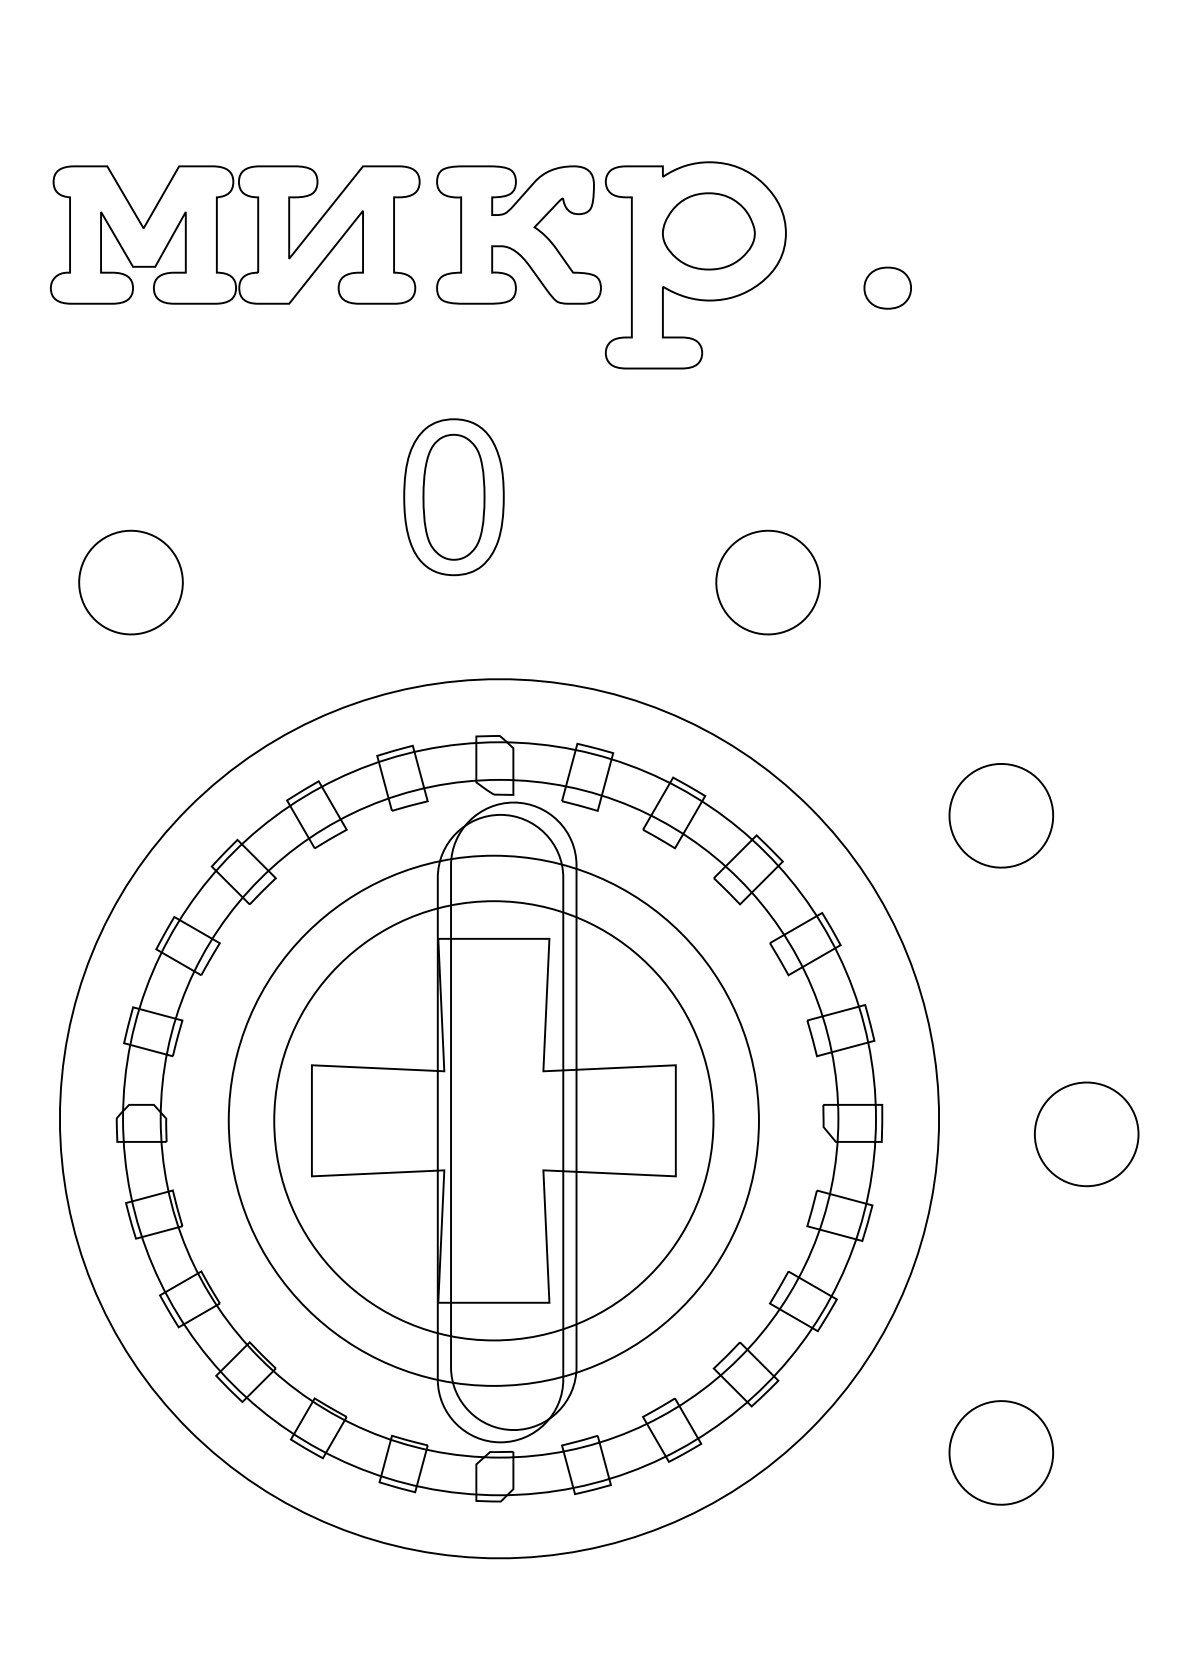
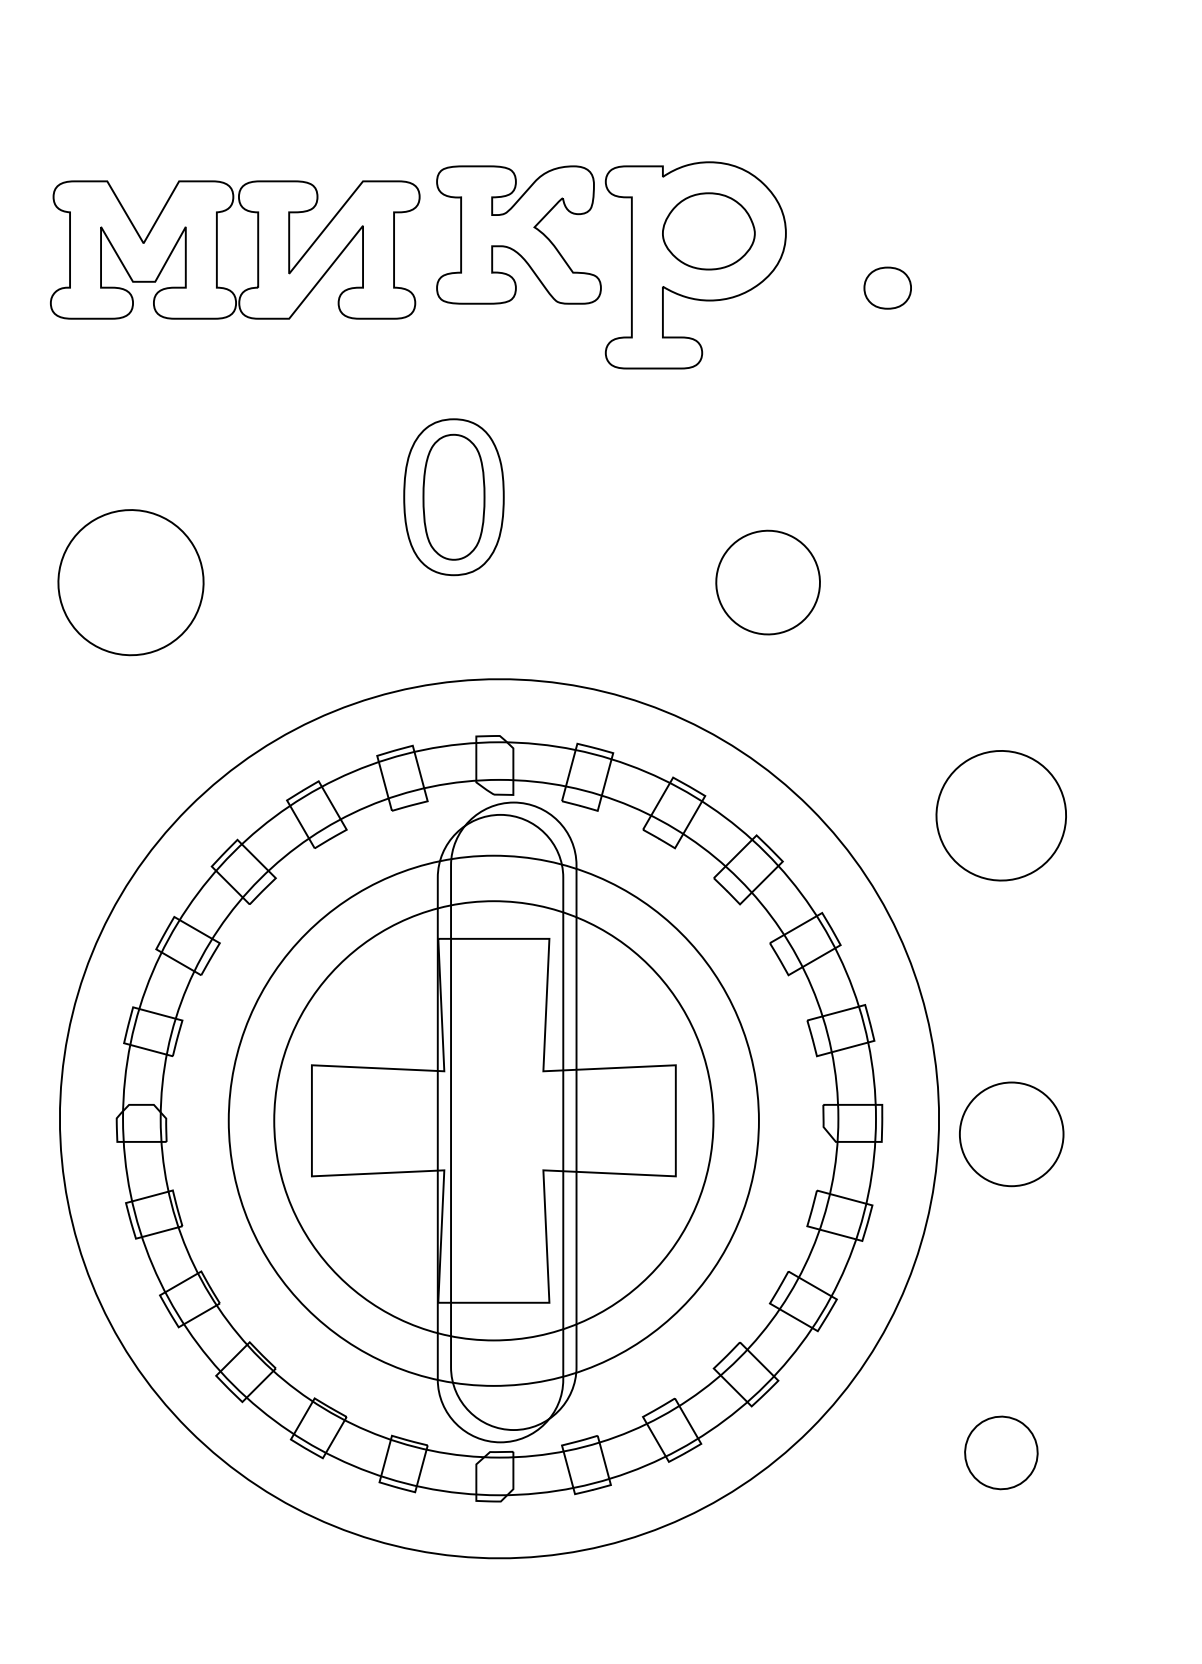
part at (217, 234) position: (217, 234) -> (217, 249)
part at (130, 582) size: 106x107 px -> 148x148 px
part at (1001, 815) size: 107x106 px -> 132x132 px
part at (1086, 1134) position: (1086, 1134) -> (1011, 1134)
part at (1001, 1452) size: 107x106 px -> 75x76 px
